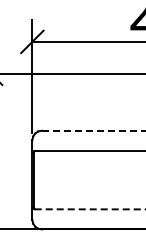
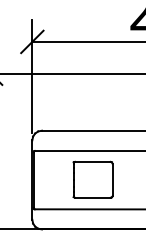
line at (93, 130): dashed -> solid
part at (92, 179): none -> present
line at (90, 209): dashed -> solid
